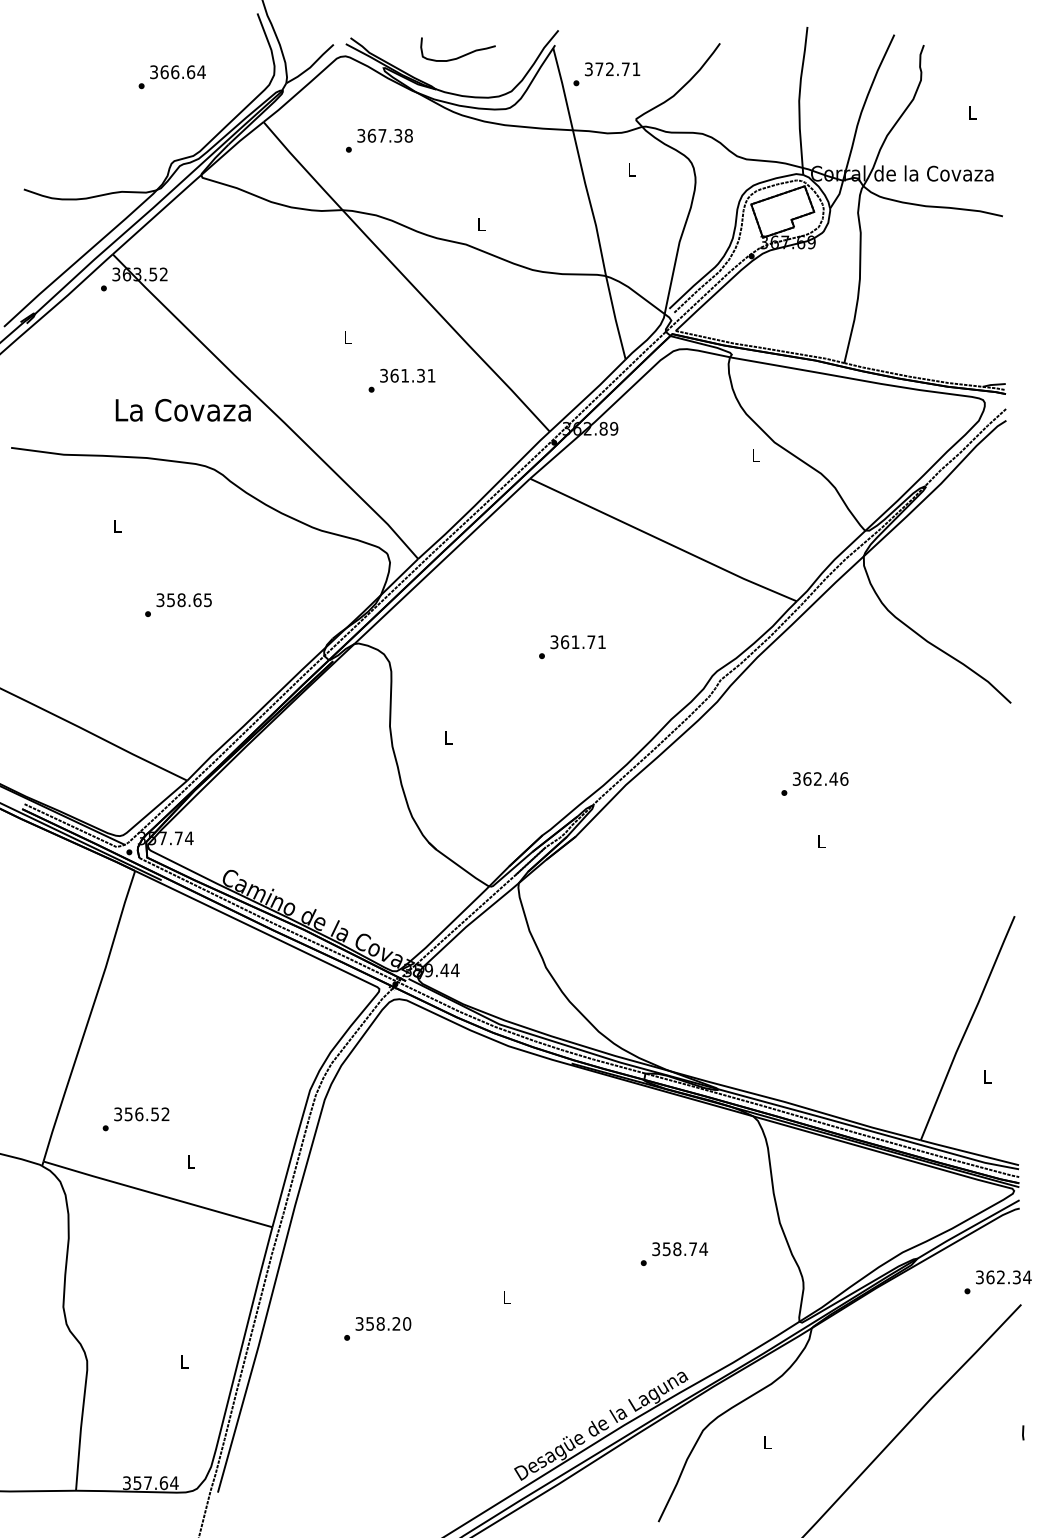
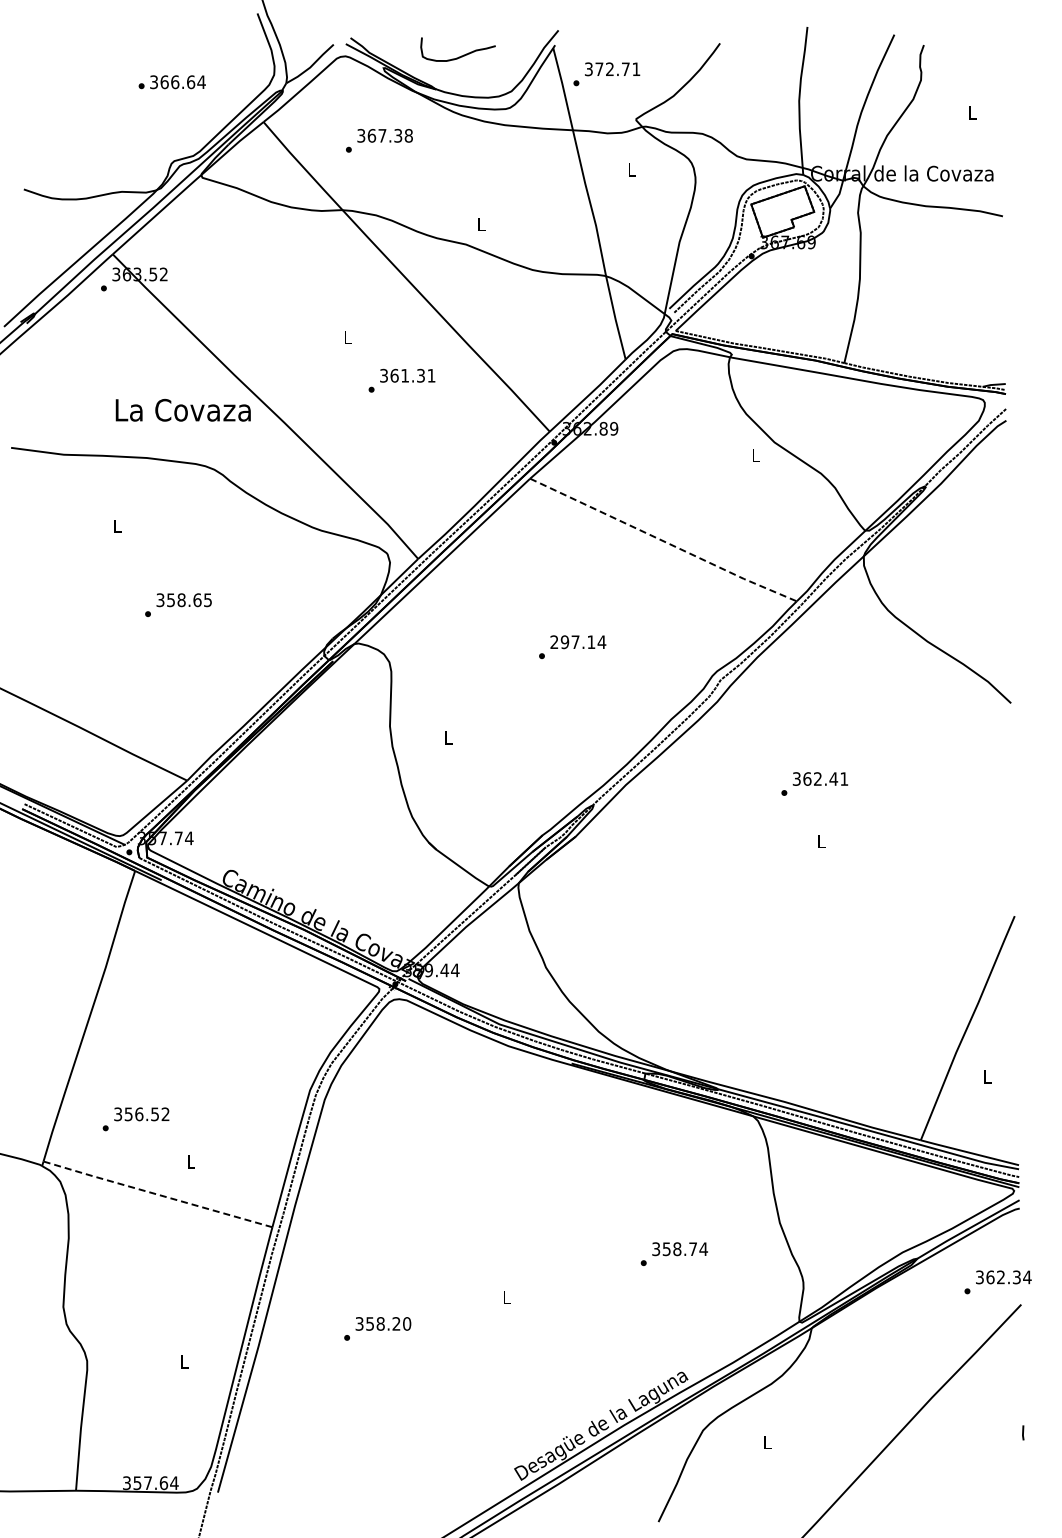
text at (177, 72) position: (177, 72) -> (177, 82)
line at (663, 541): solid -> dashed
text at (578, 642): 361.71 -> 297.14
text at (844, 778): 362.46 -> 362.41
line at (157, 1194): solid -> dashed
